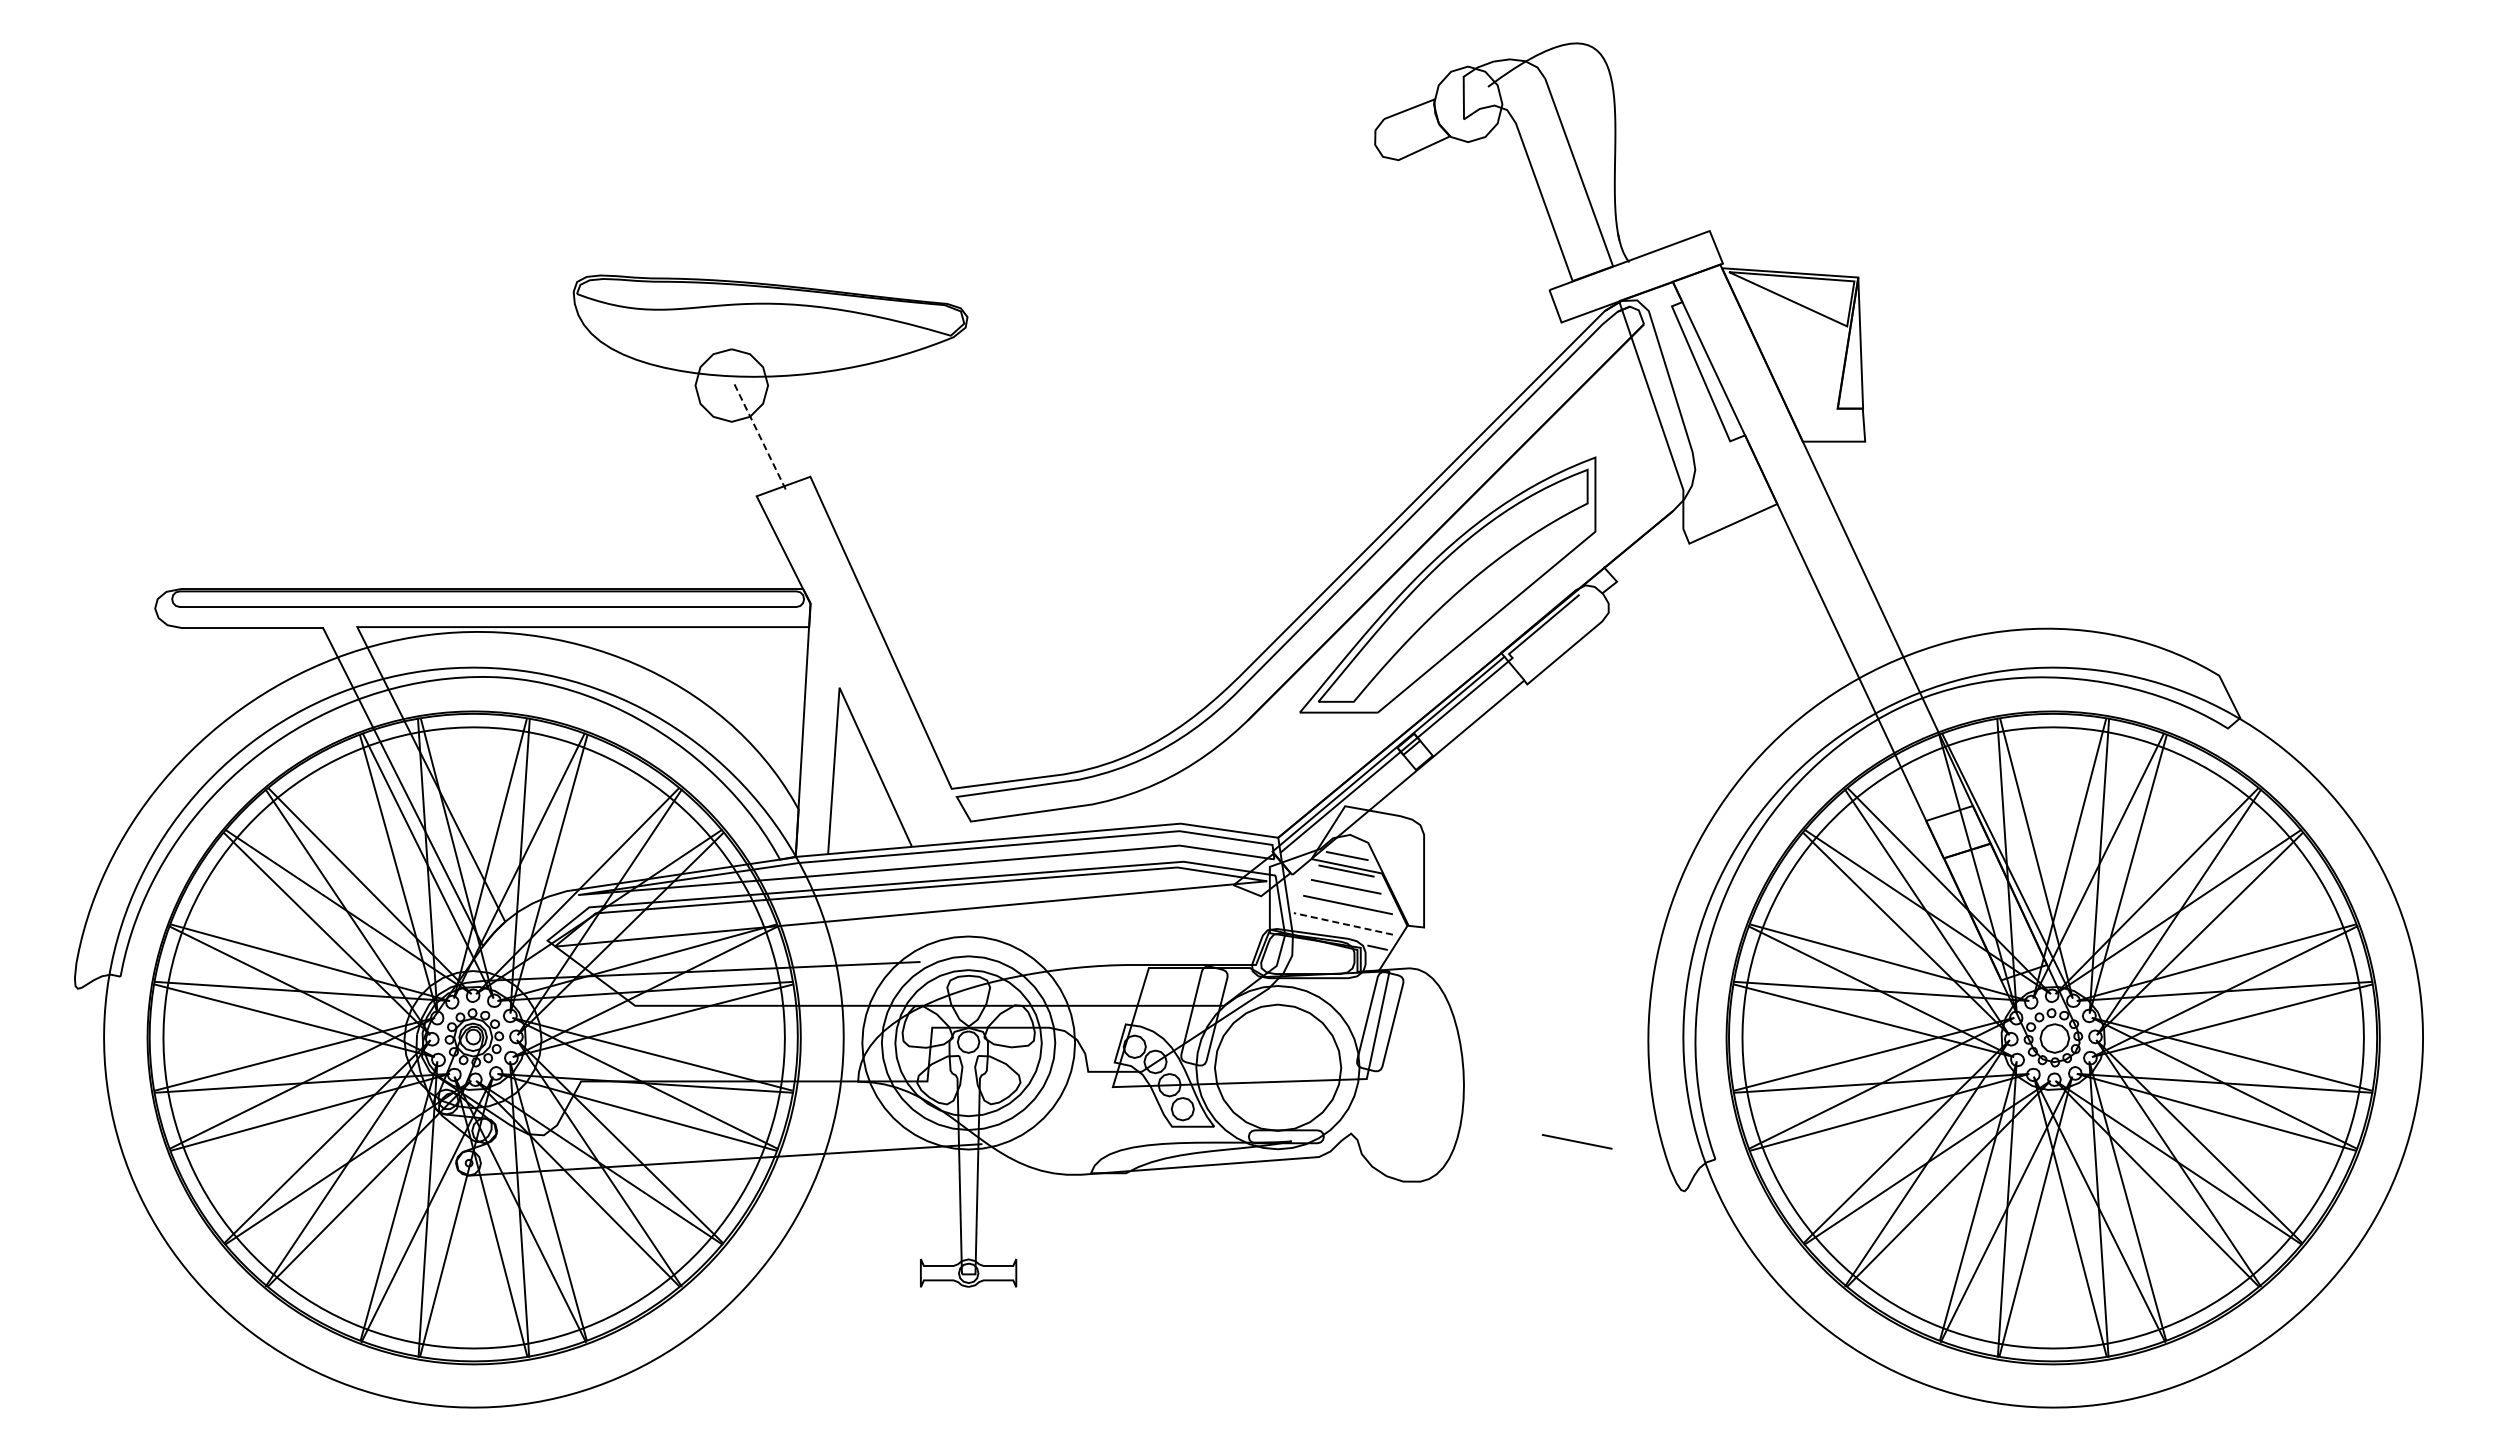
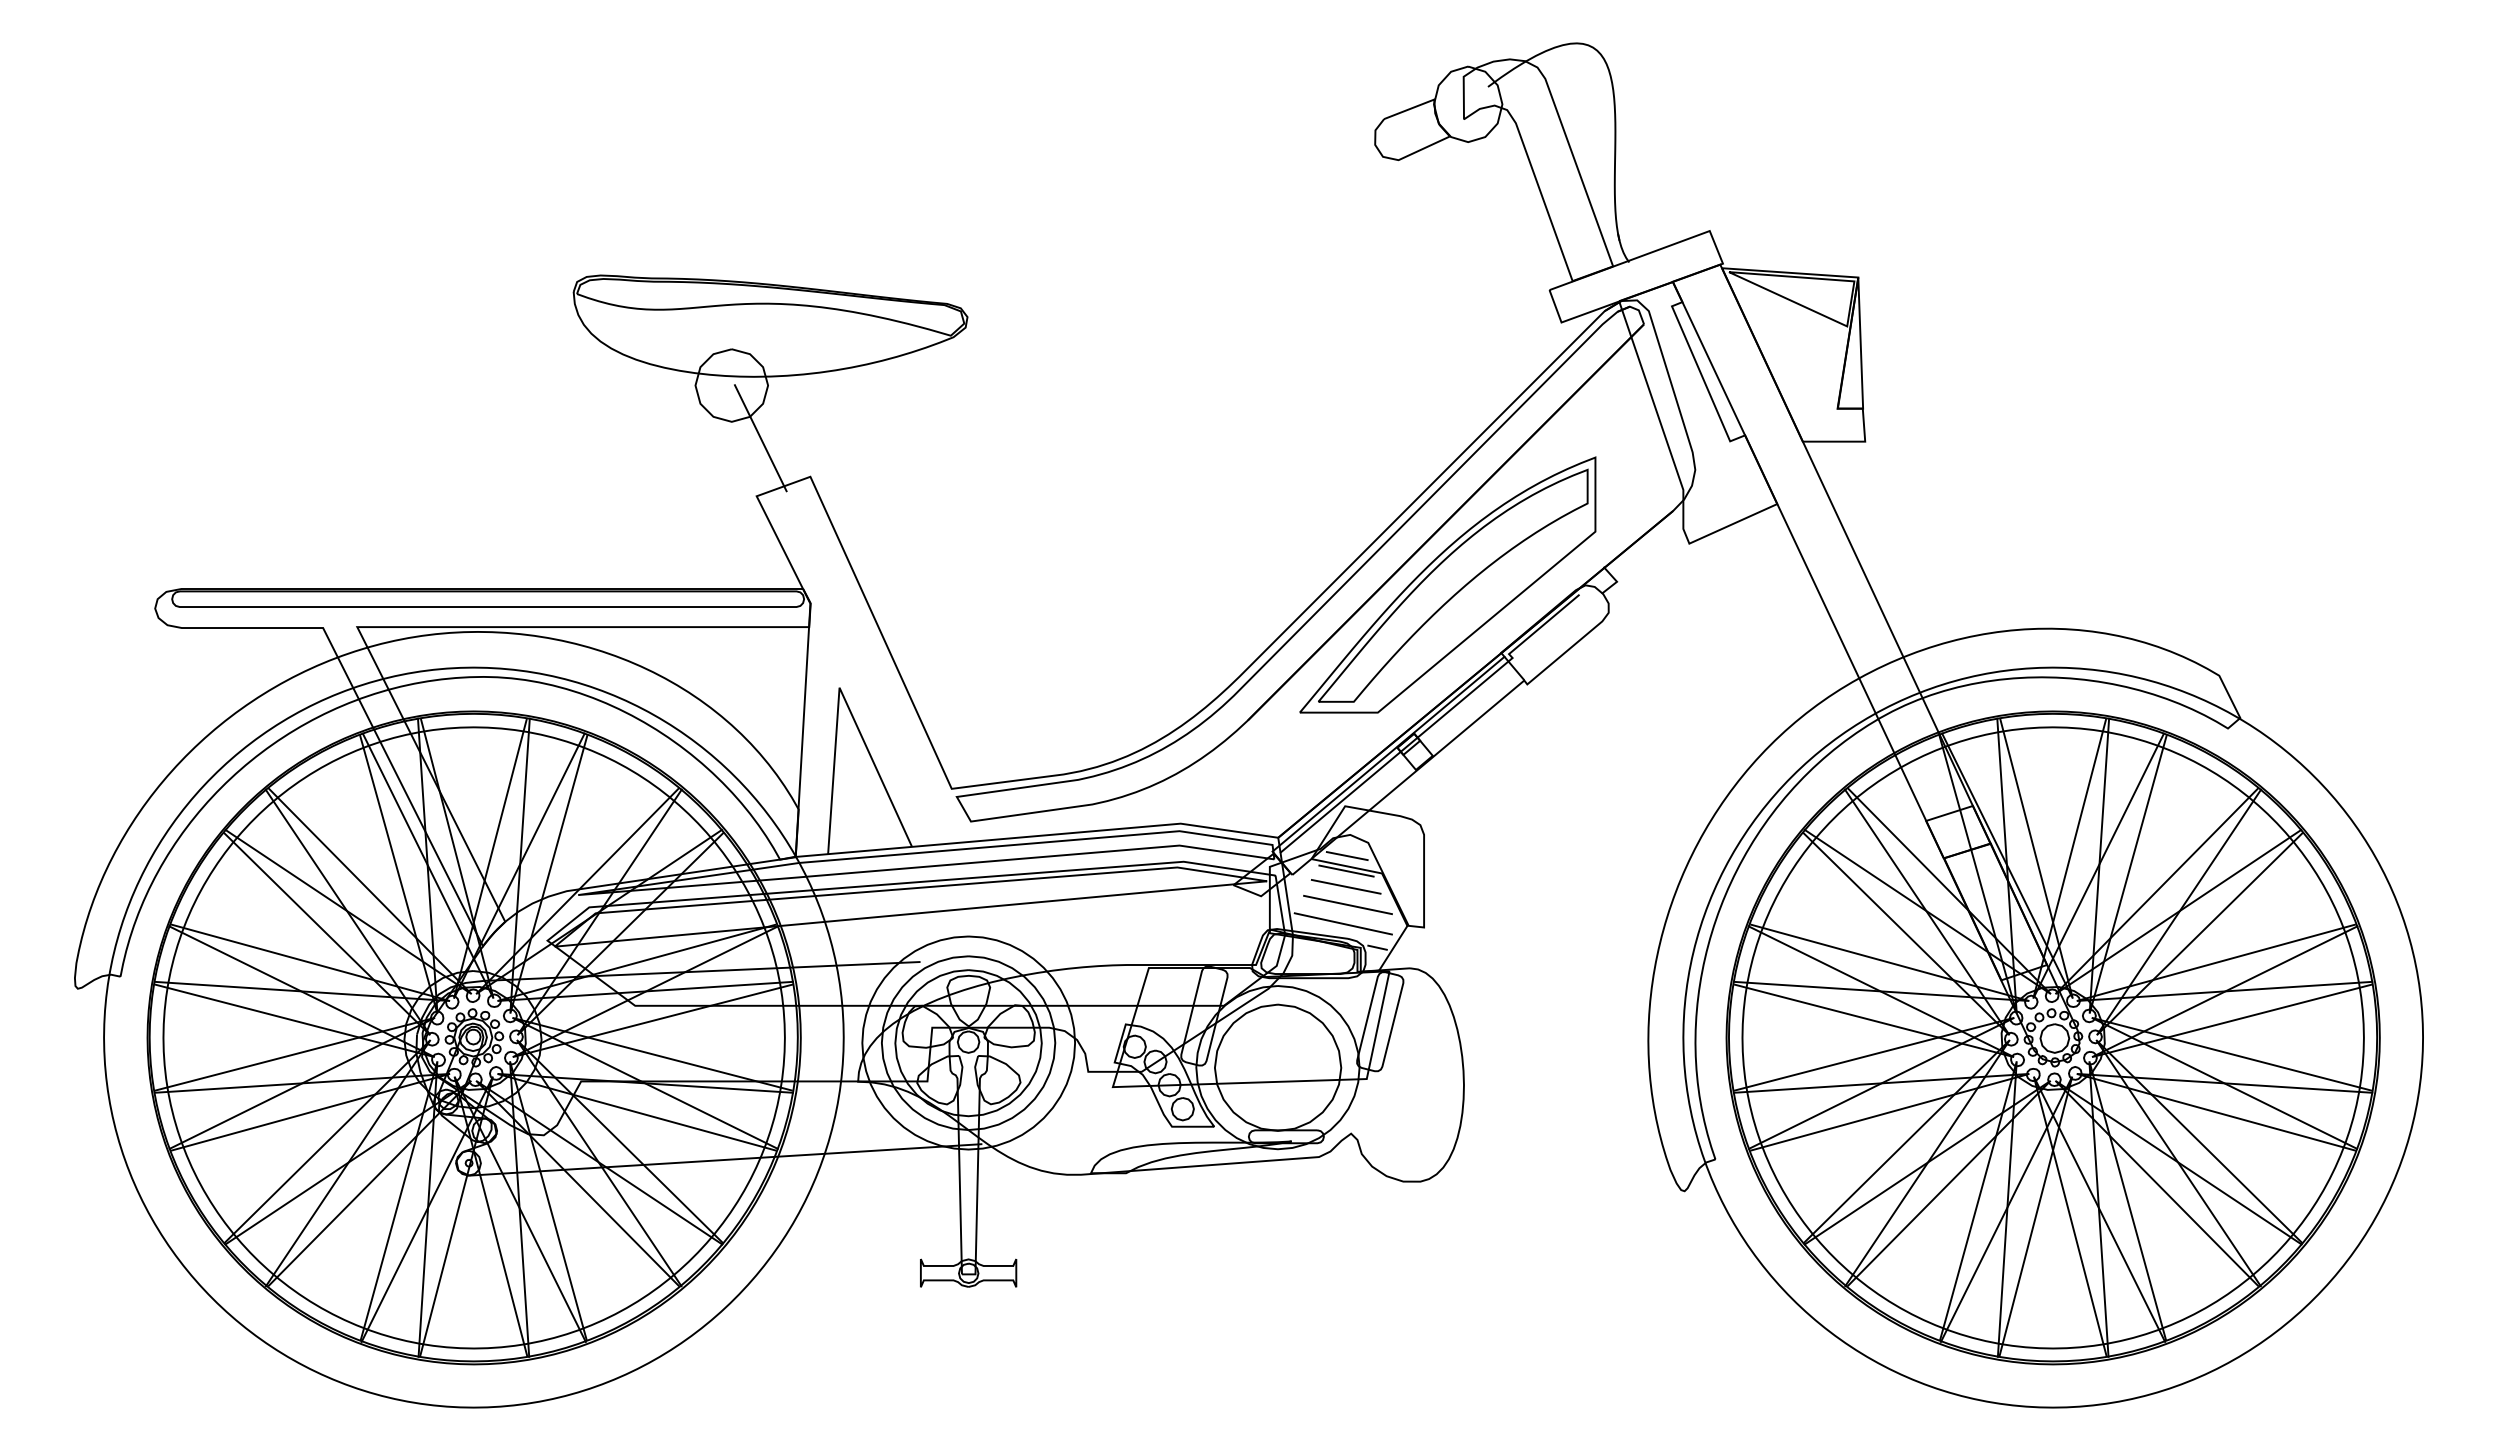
line at (760, 438): dashed -> solid
line at (1343, 923): dashed -> solid
line at (1577, 1141): present -> none
